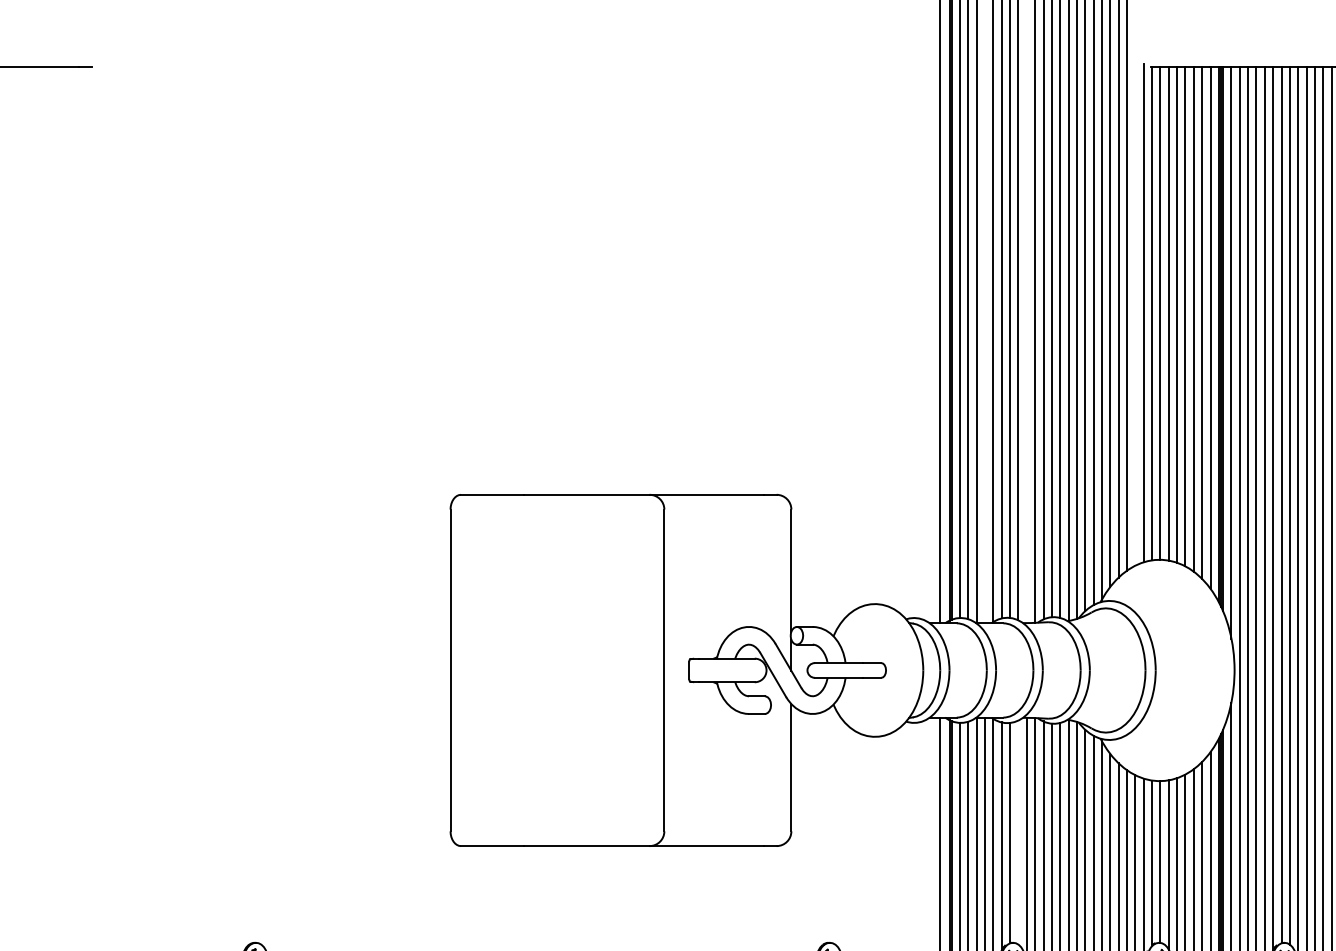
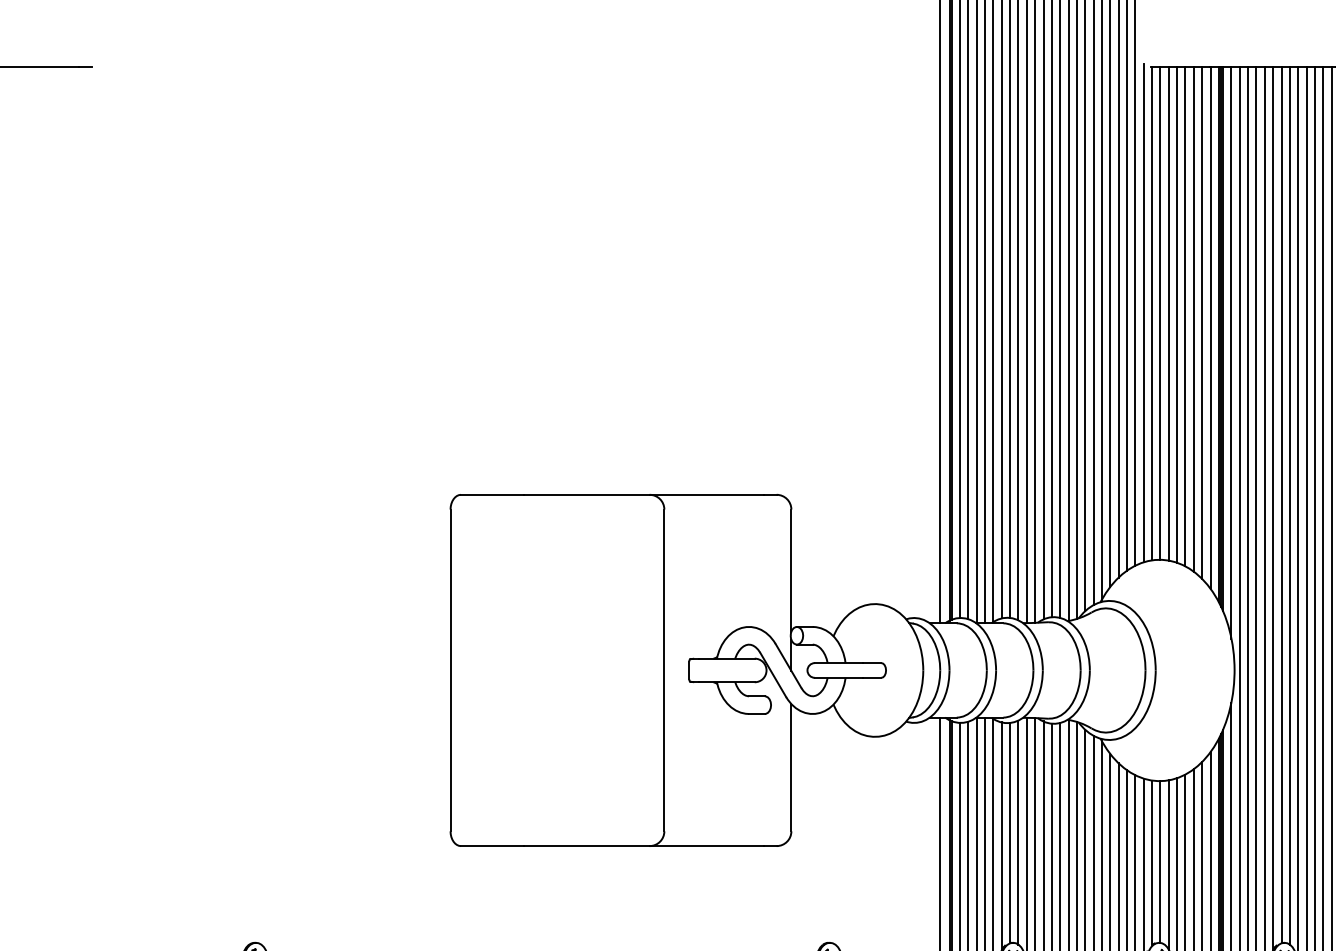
line at (1135, 283): none -> present
line at (985, 312): none -> present
line at (1026, 312): none -> present
line at (1018, 832): none -> present
